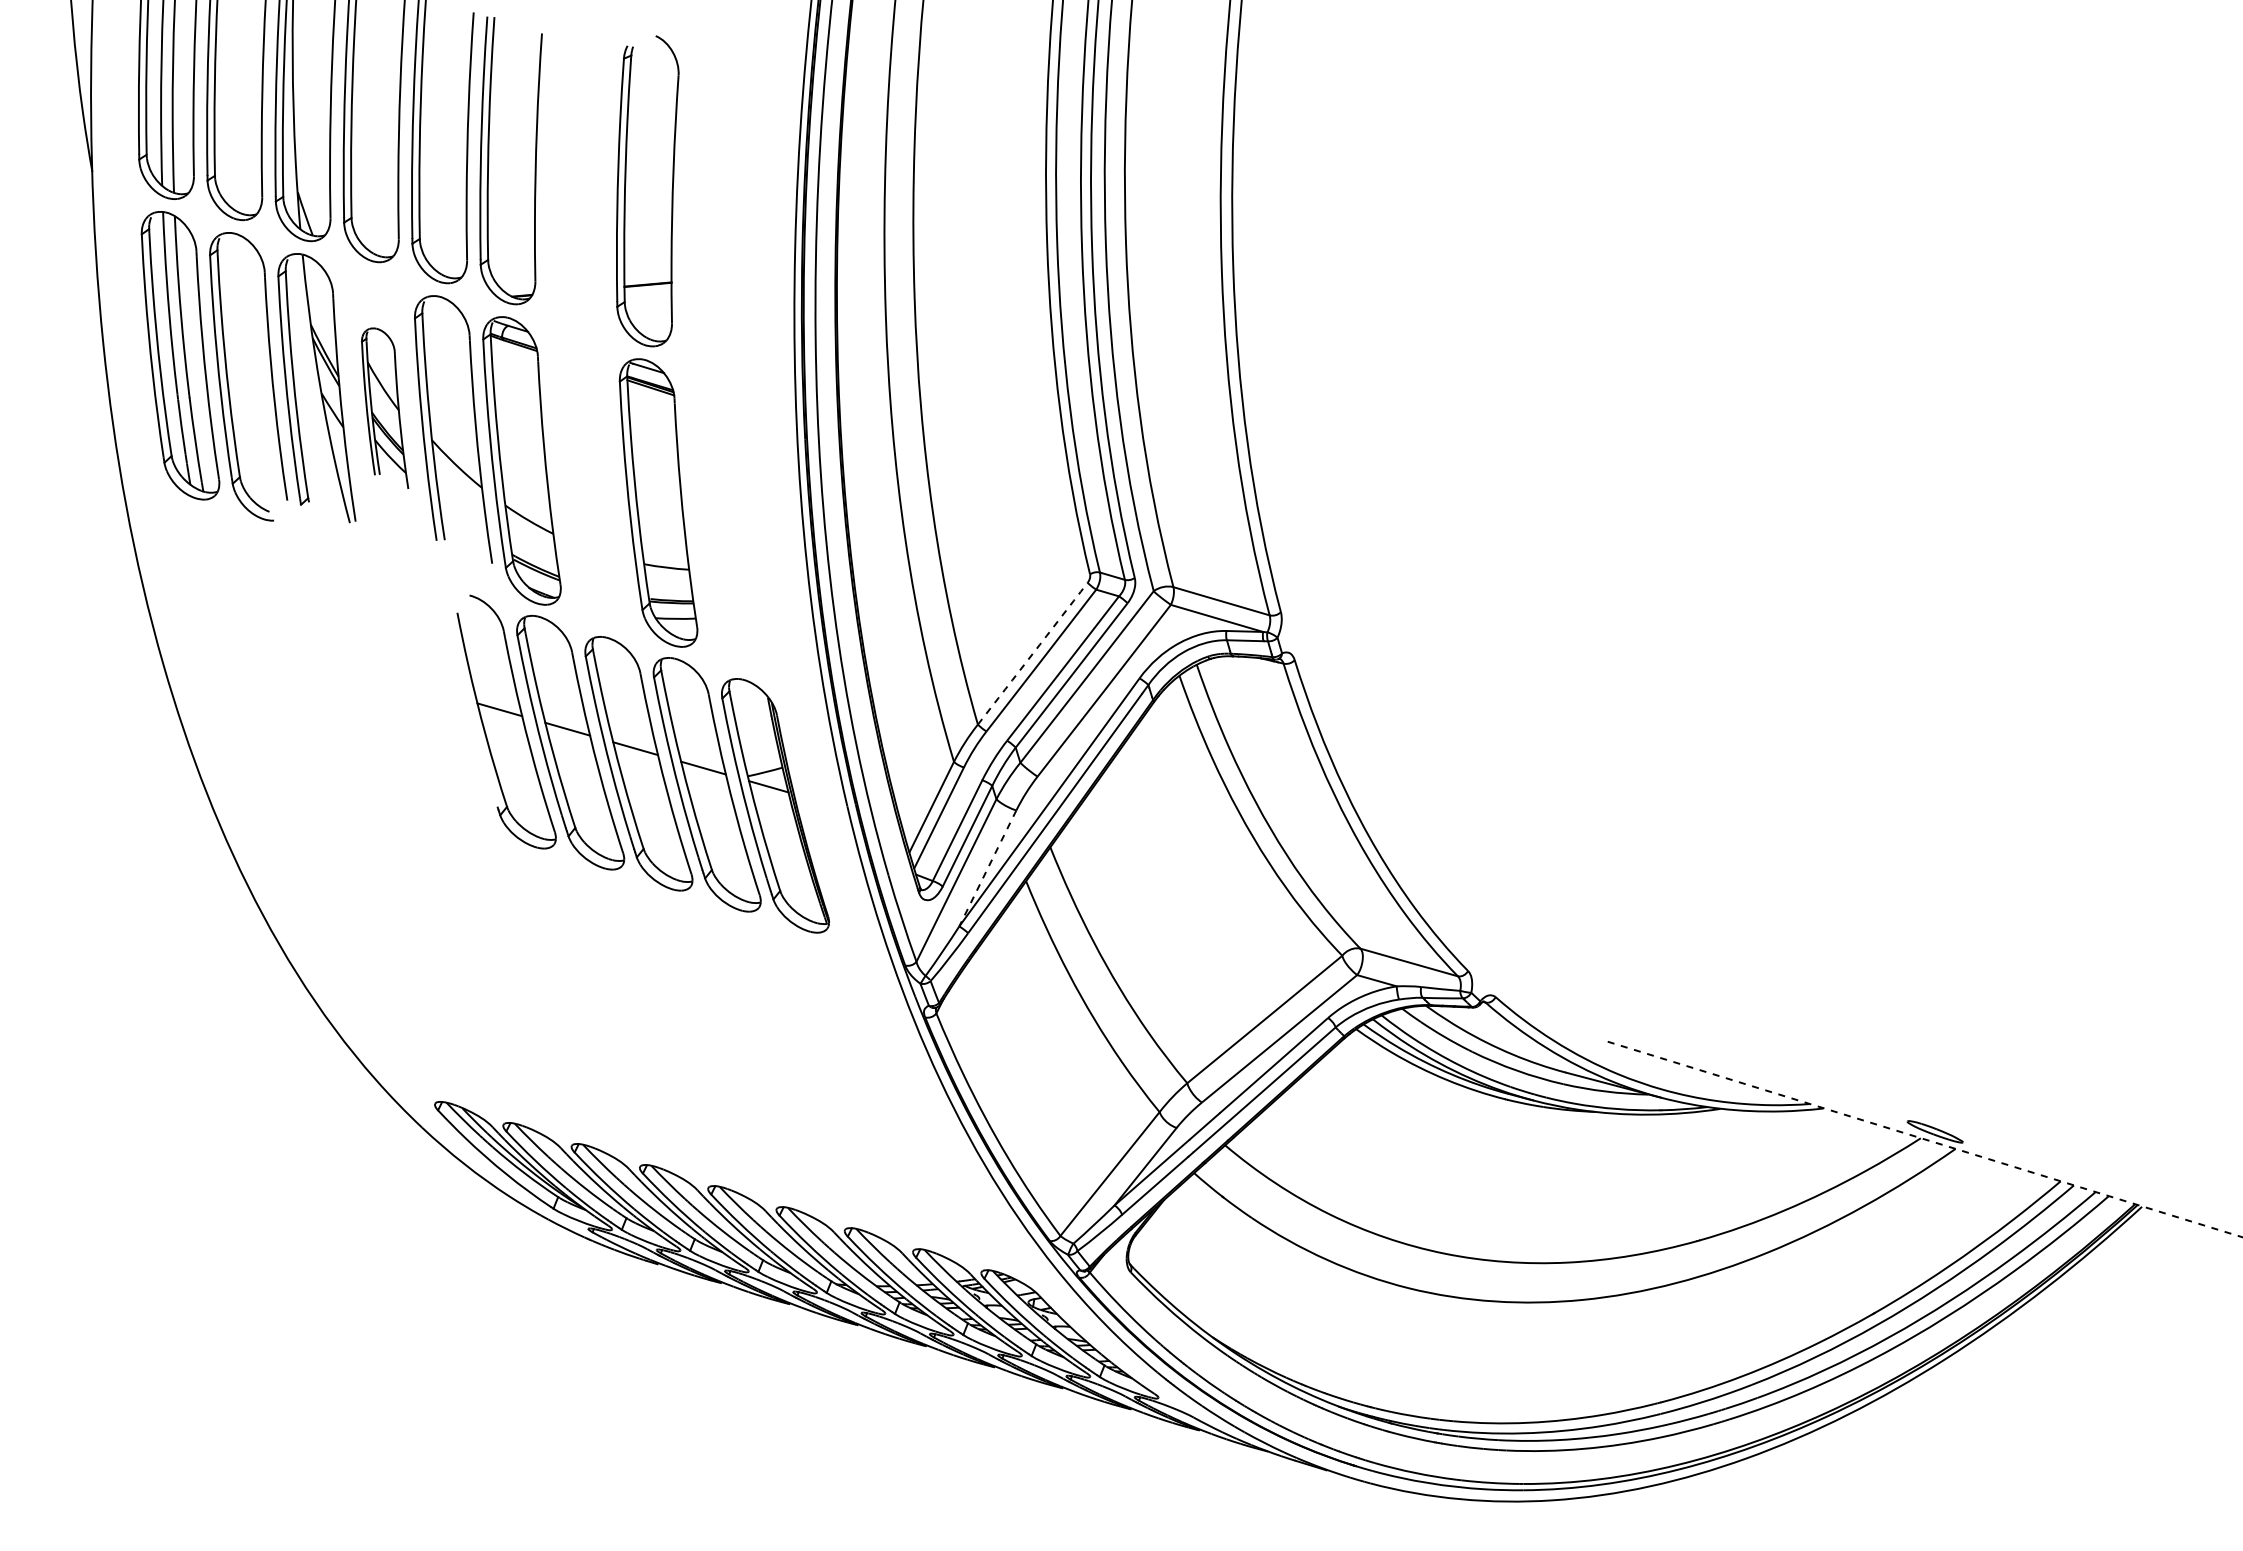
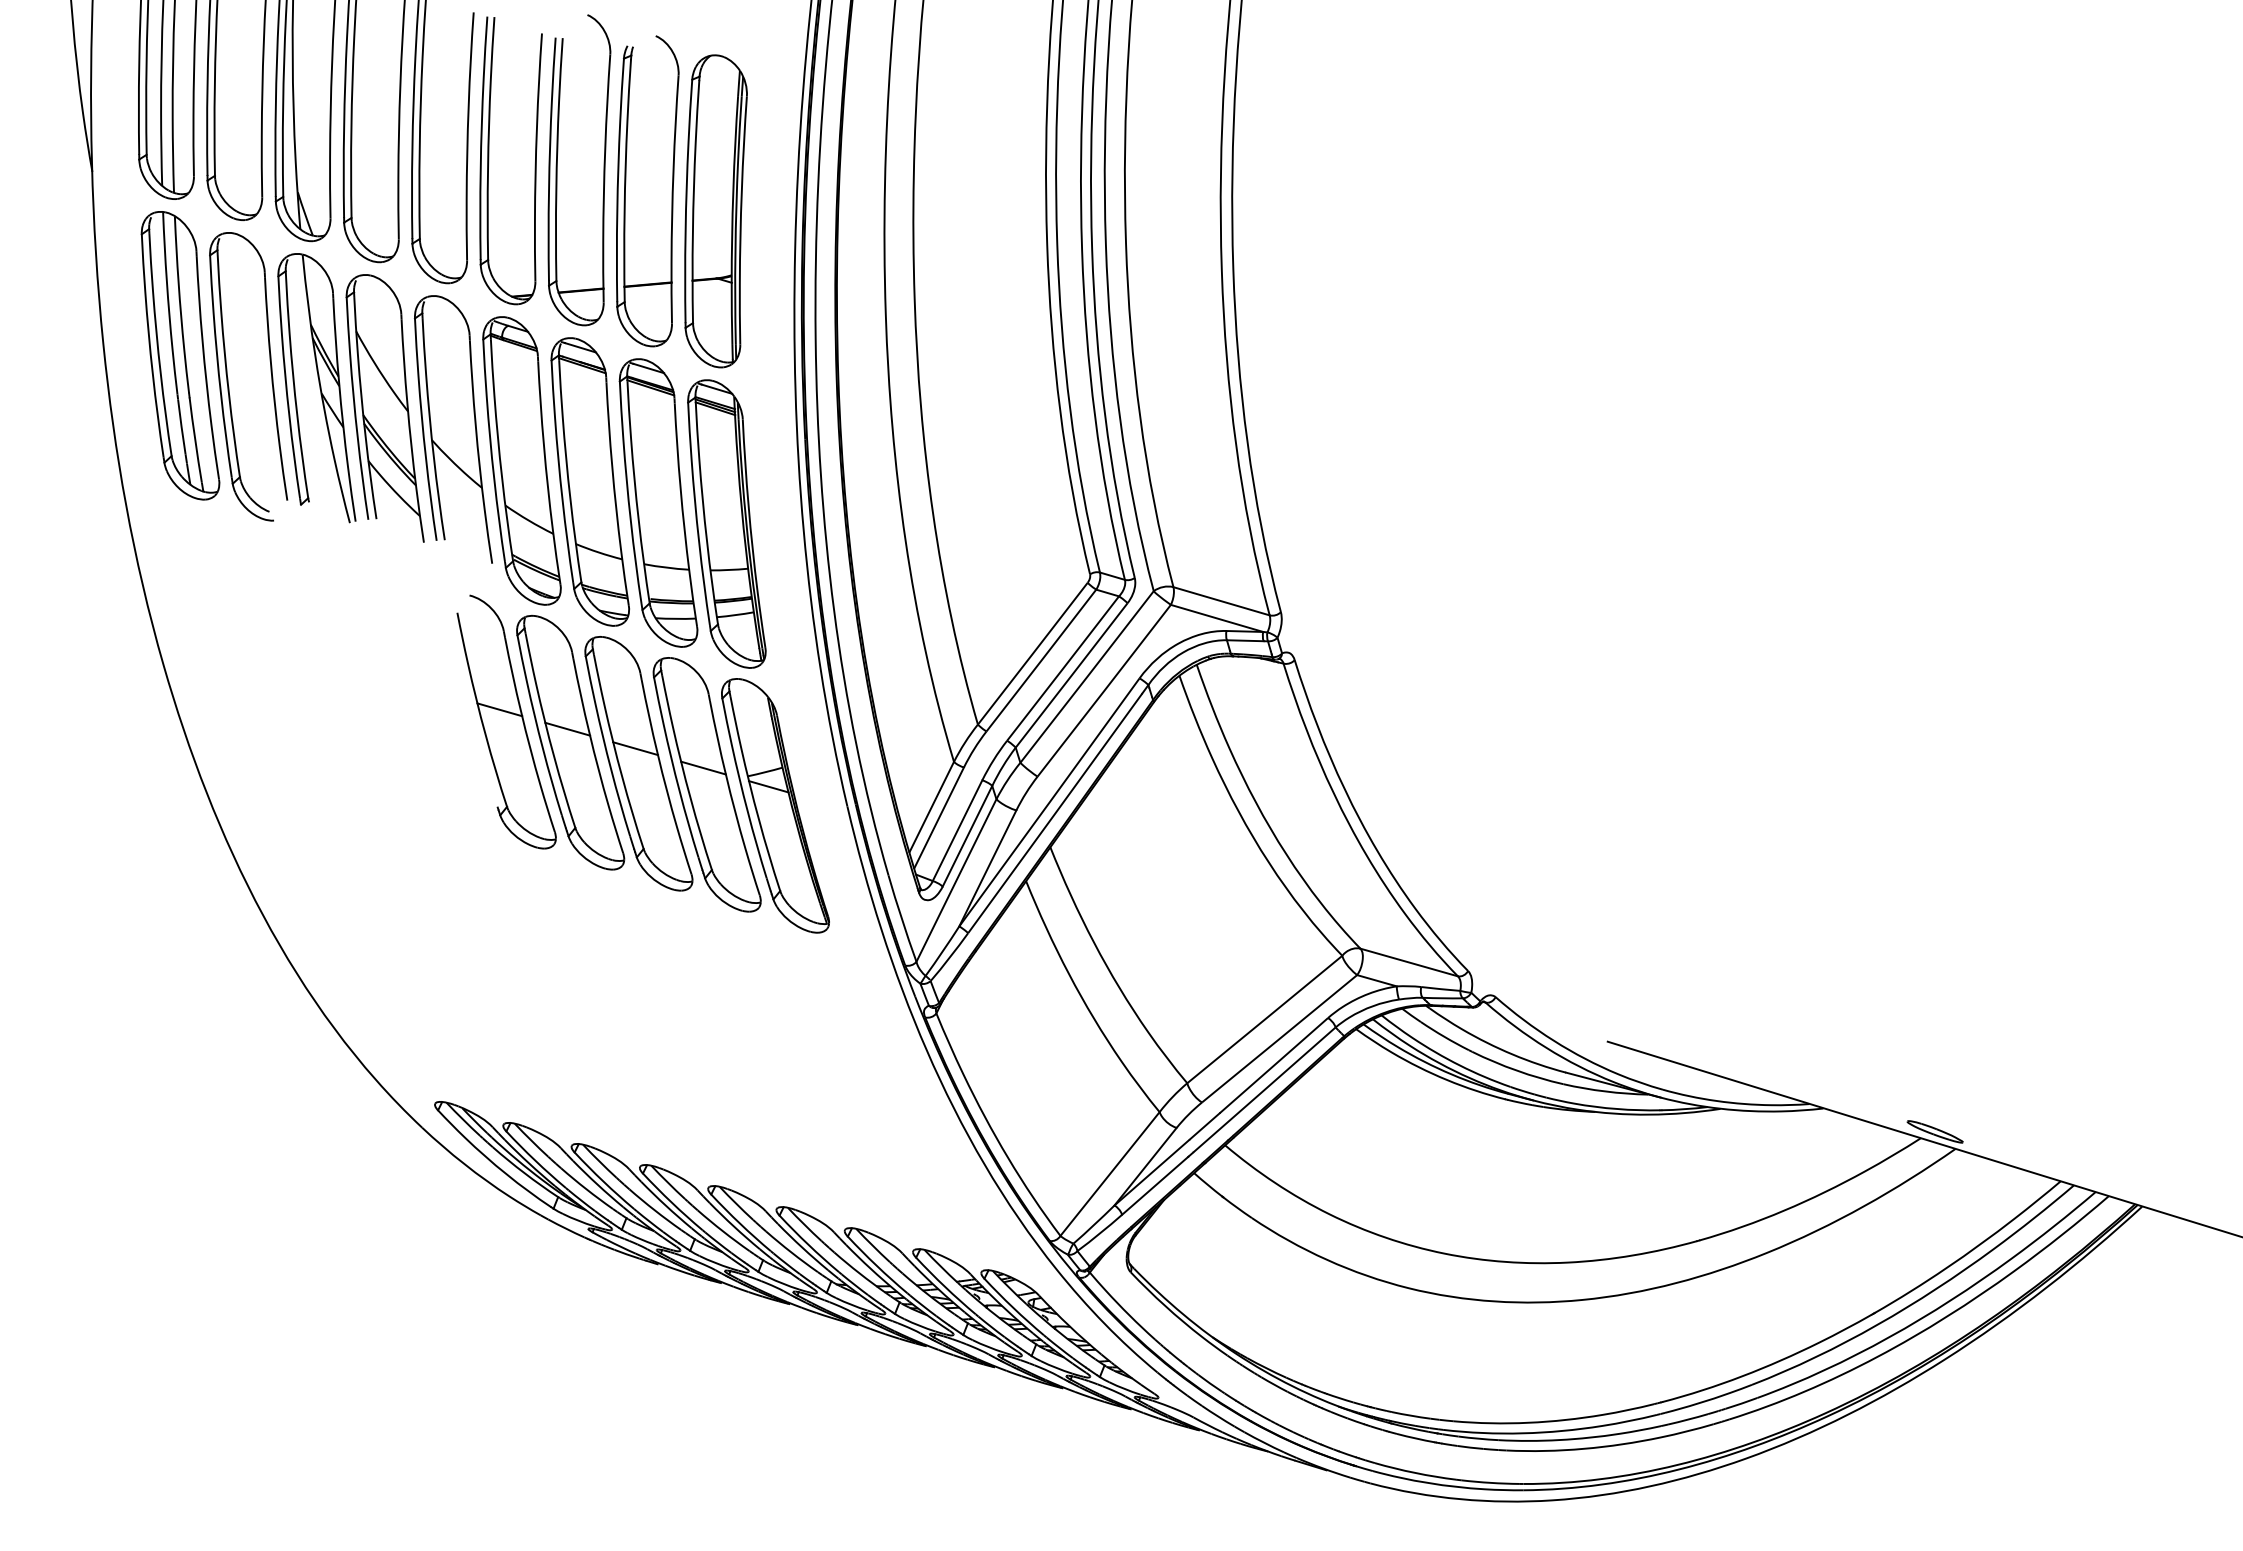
part at (557, 170): none -> present
part at (715, 211): none -> present
part at (385, 407) size: 49x162 px -> 80x269 px
part at (589, 481): none -> present
part at (726, 523): none -> present
arc at (1032, 653): dashed -> solid
line at (987, 868): dashed -> solid
line at (1924, 1139): dashed -> solid
